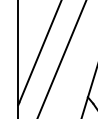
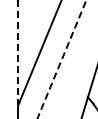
line at (18, 52): solid -> dashed
line at (61, 59): solid -> dashed
